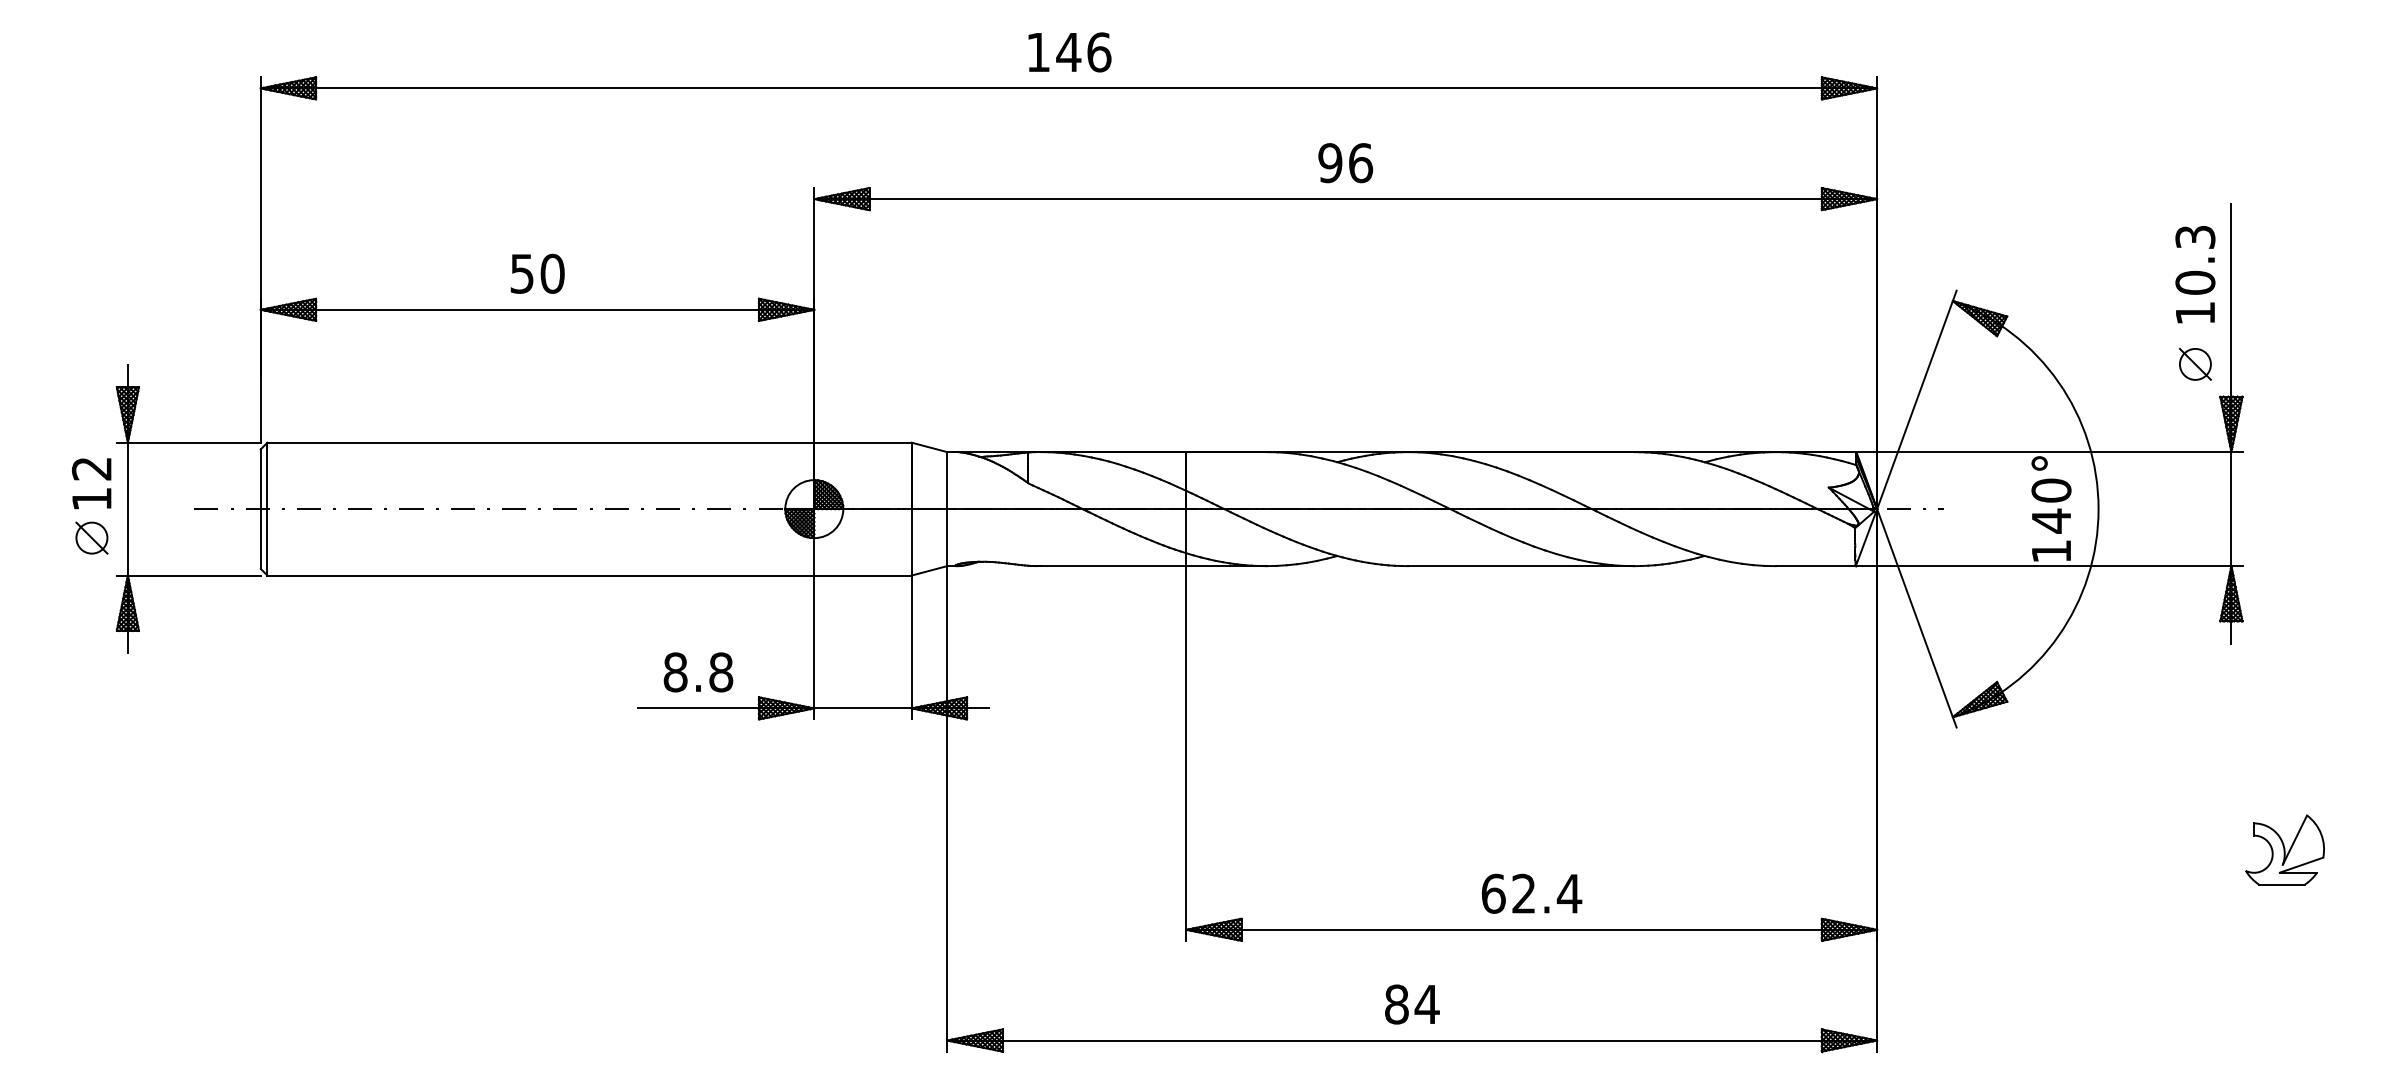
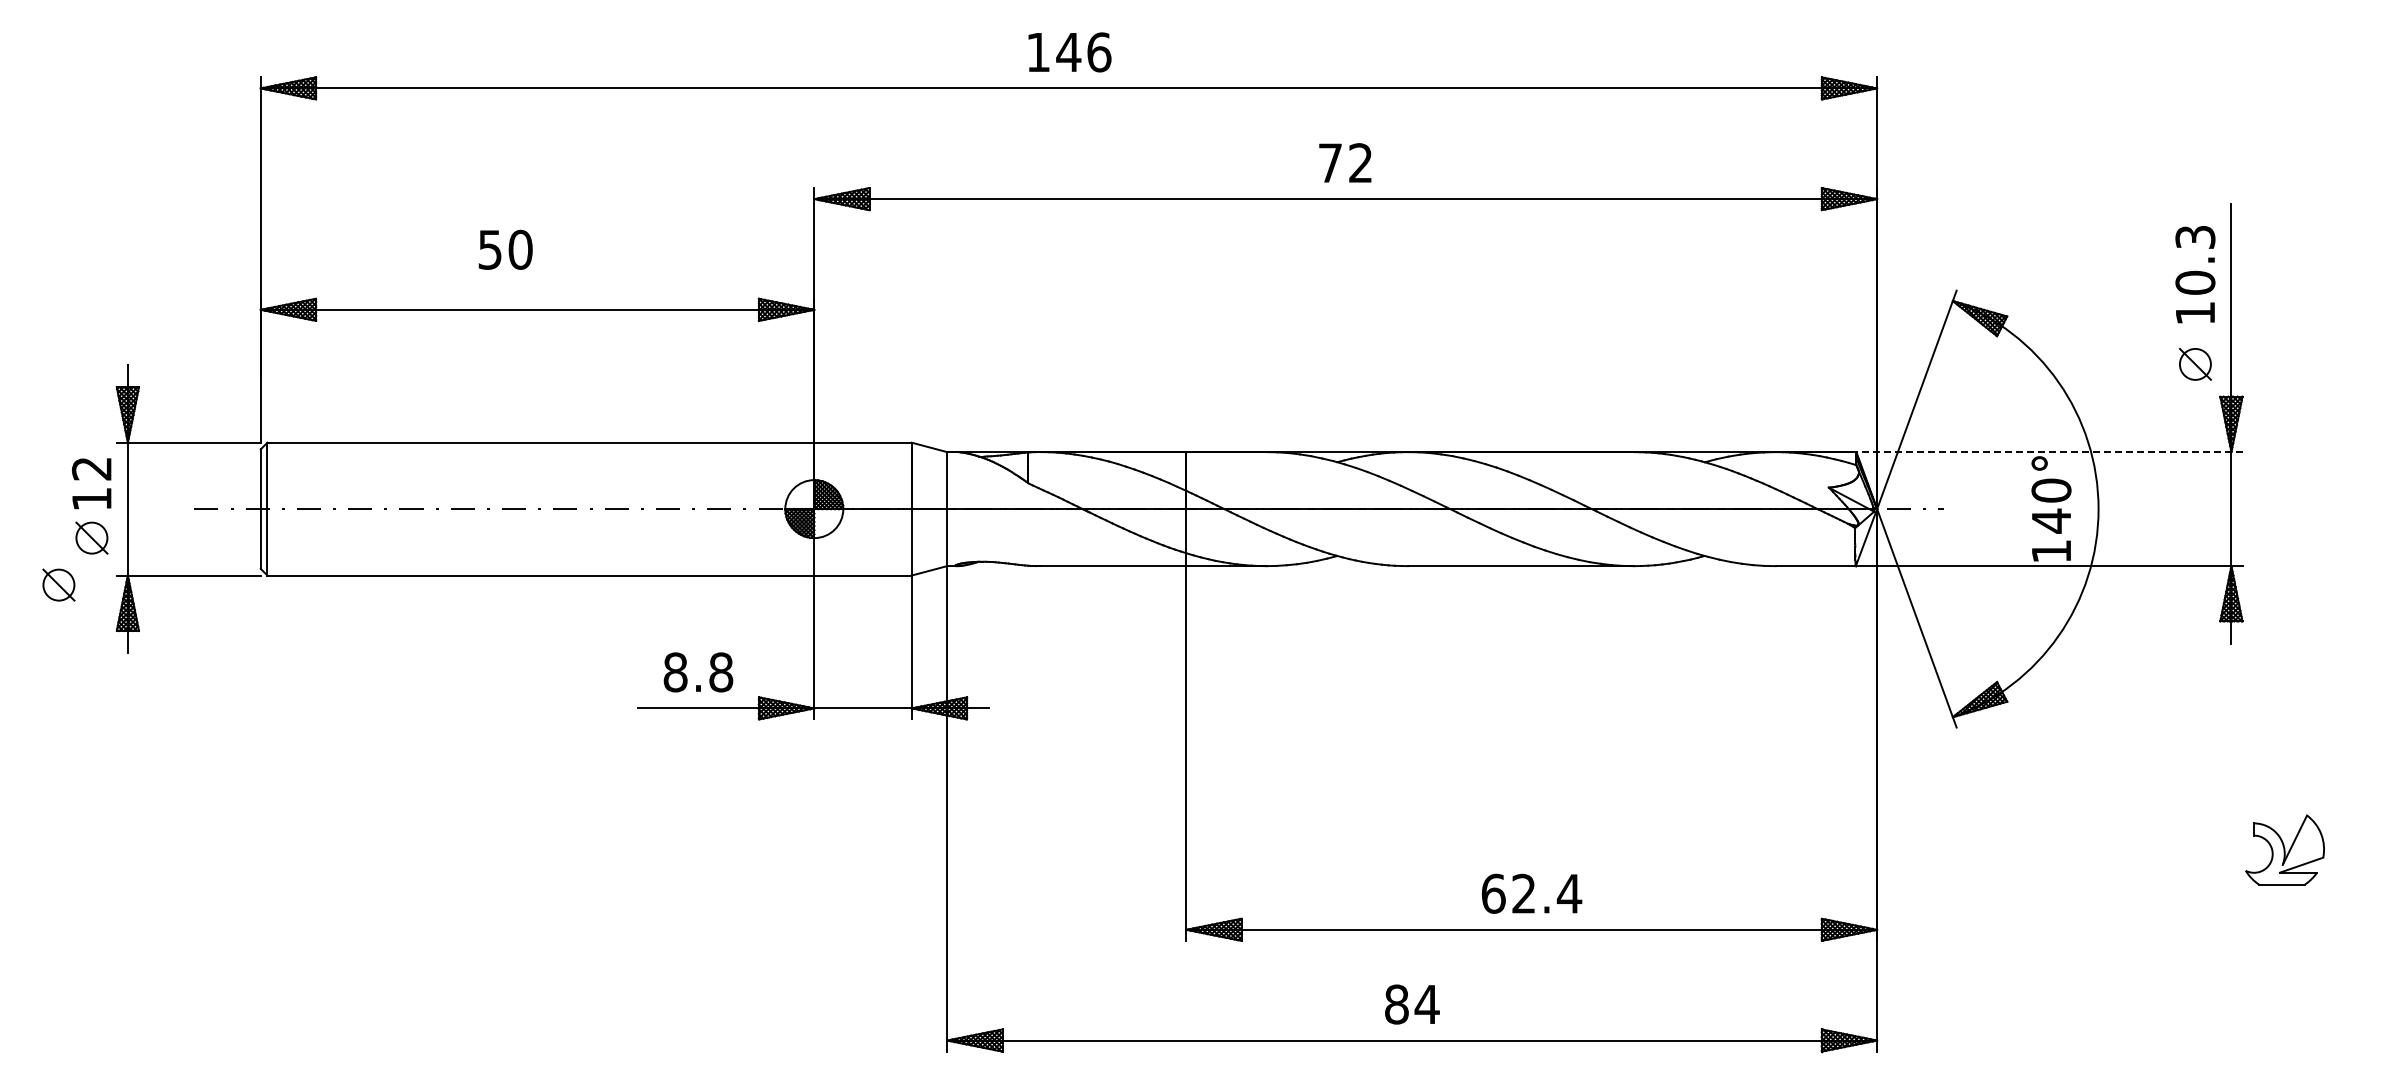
text at (1345, 163): 96 -> 72
text at (537, 273) position: (537, 273) -> (505, 249)
line at (2048, 452): solid -> dashed
part at (58, 584): none -> present
